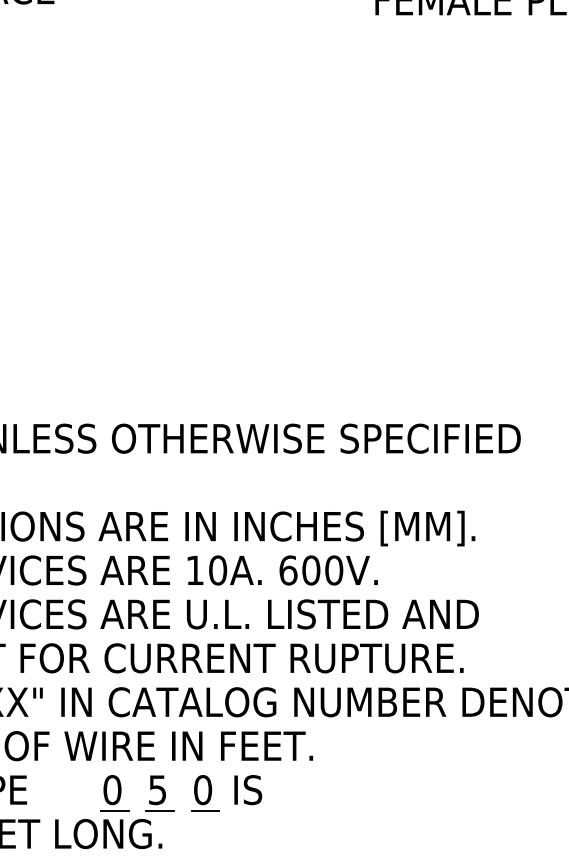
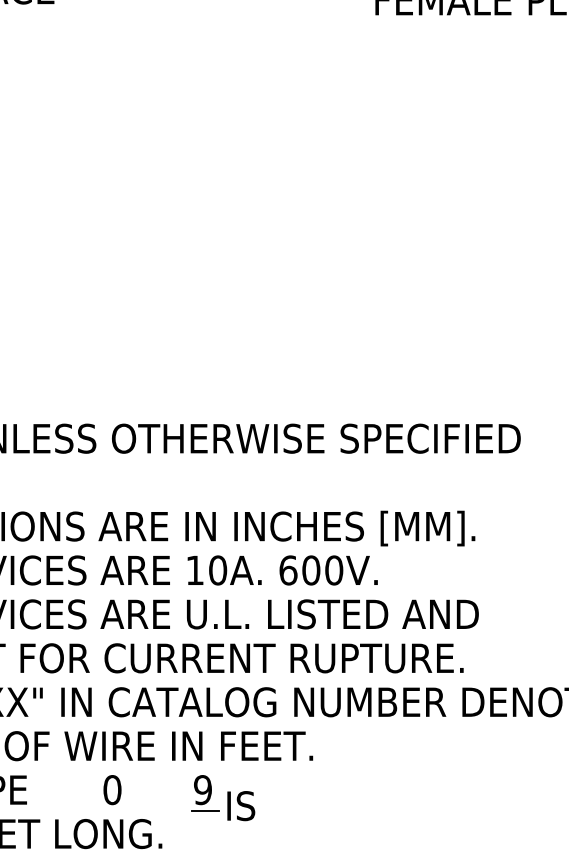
text at (203, 790): 0 -> 9
text at (248, 790) position: (248, 790) -> (241, 806)
part at (159, 793): present -> none
line at (114, 810): present -> none
